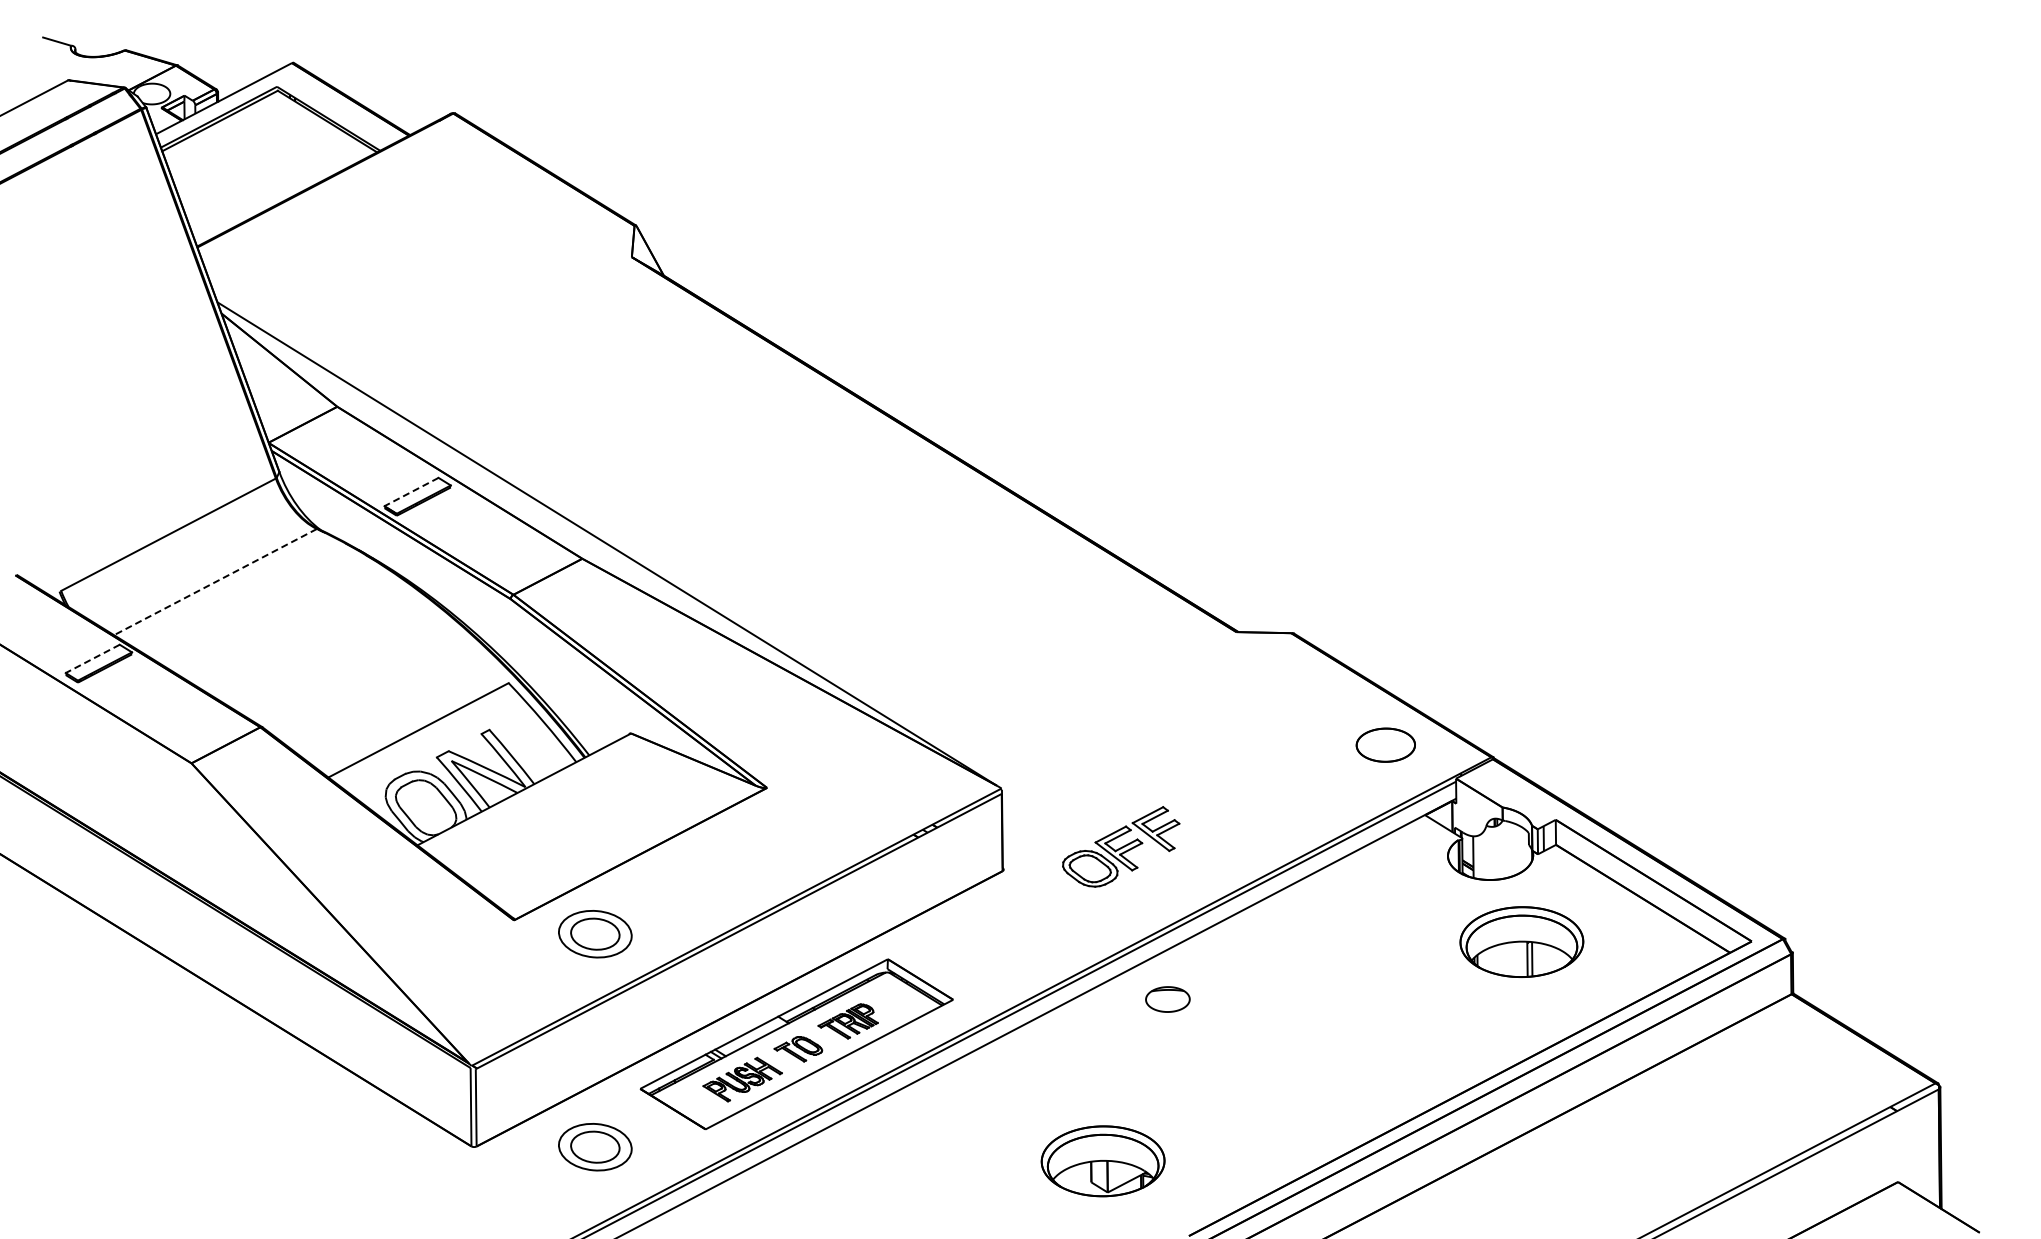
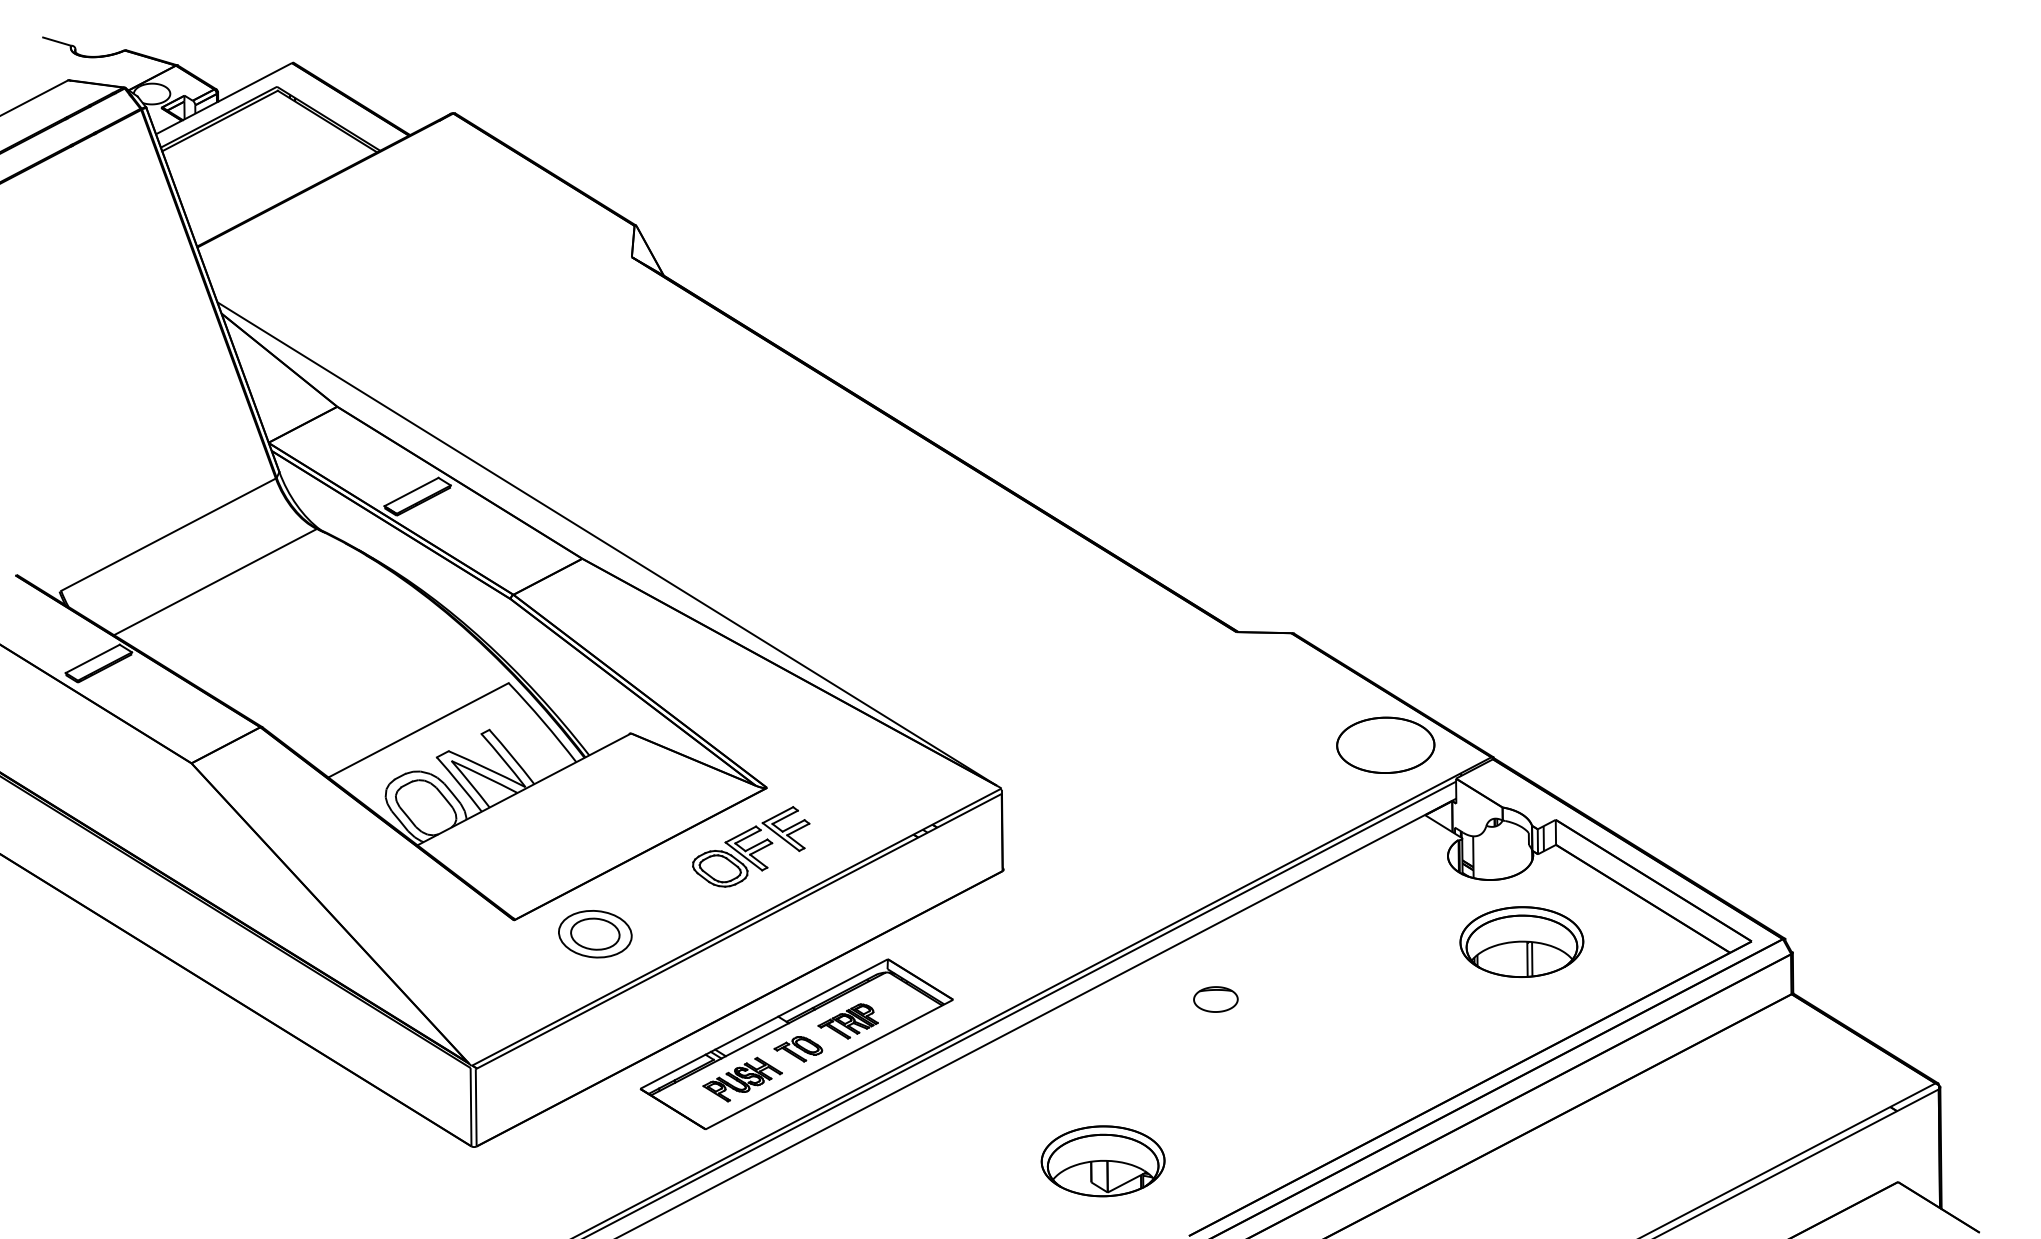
line at (411, 492): dashed -> solid
line at (215, 582): dashed -> solid
line at (92, 659): dashed -> solid
part at (1385, 744) size: 61x36 px -> 100x58 px
part at (1121, 846) position: (1121, 846) -> (751, 846)
part at (1167, 999) position: (1167, 999) -> (1215, 999)
part at (595, 1147): present -> none
